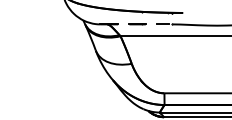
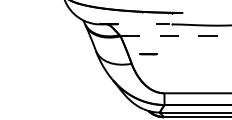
line at (137, 24) position: (137, 24) -> (148, 54)
line at (176, 36): solid -> dashed
